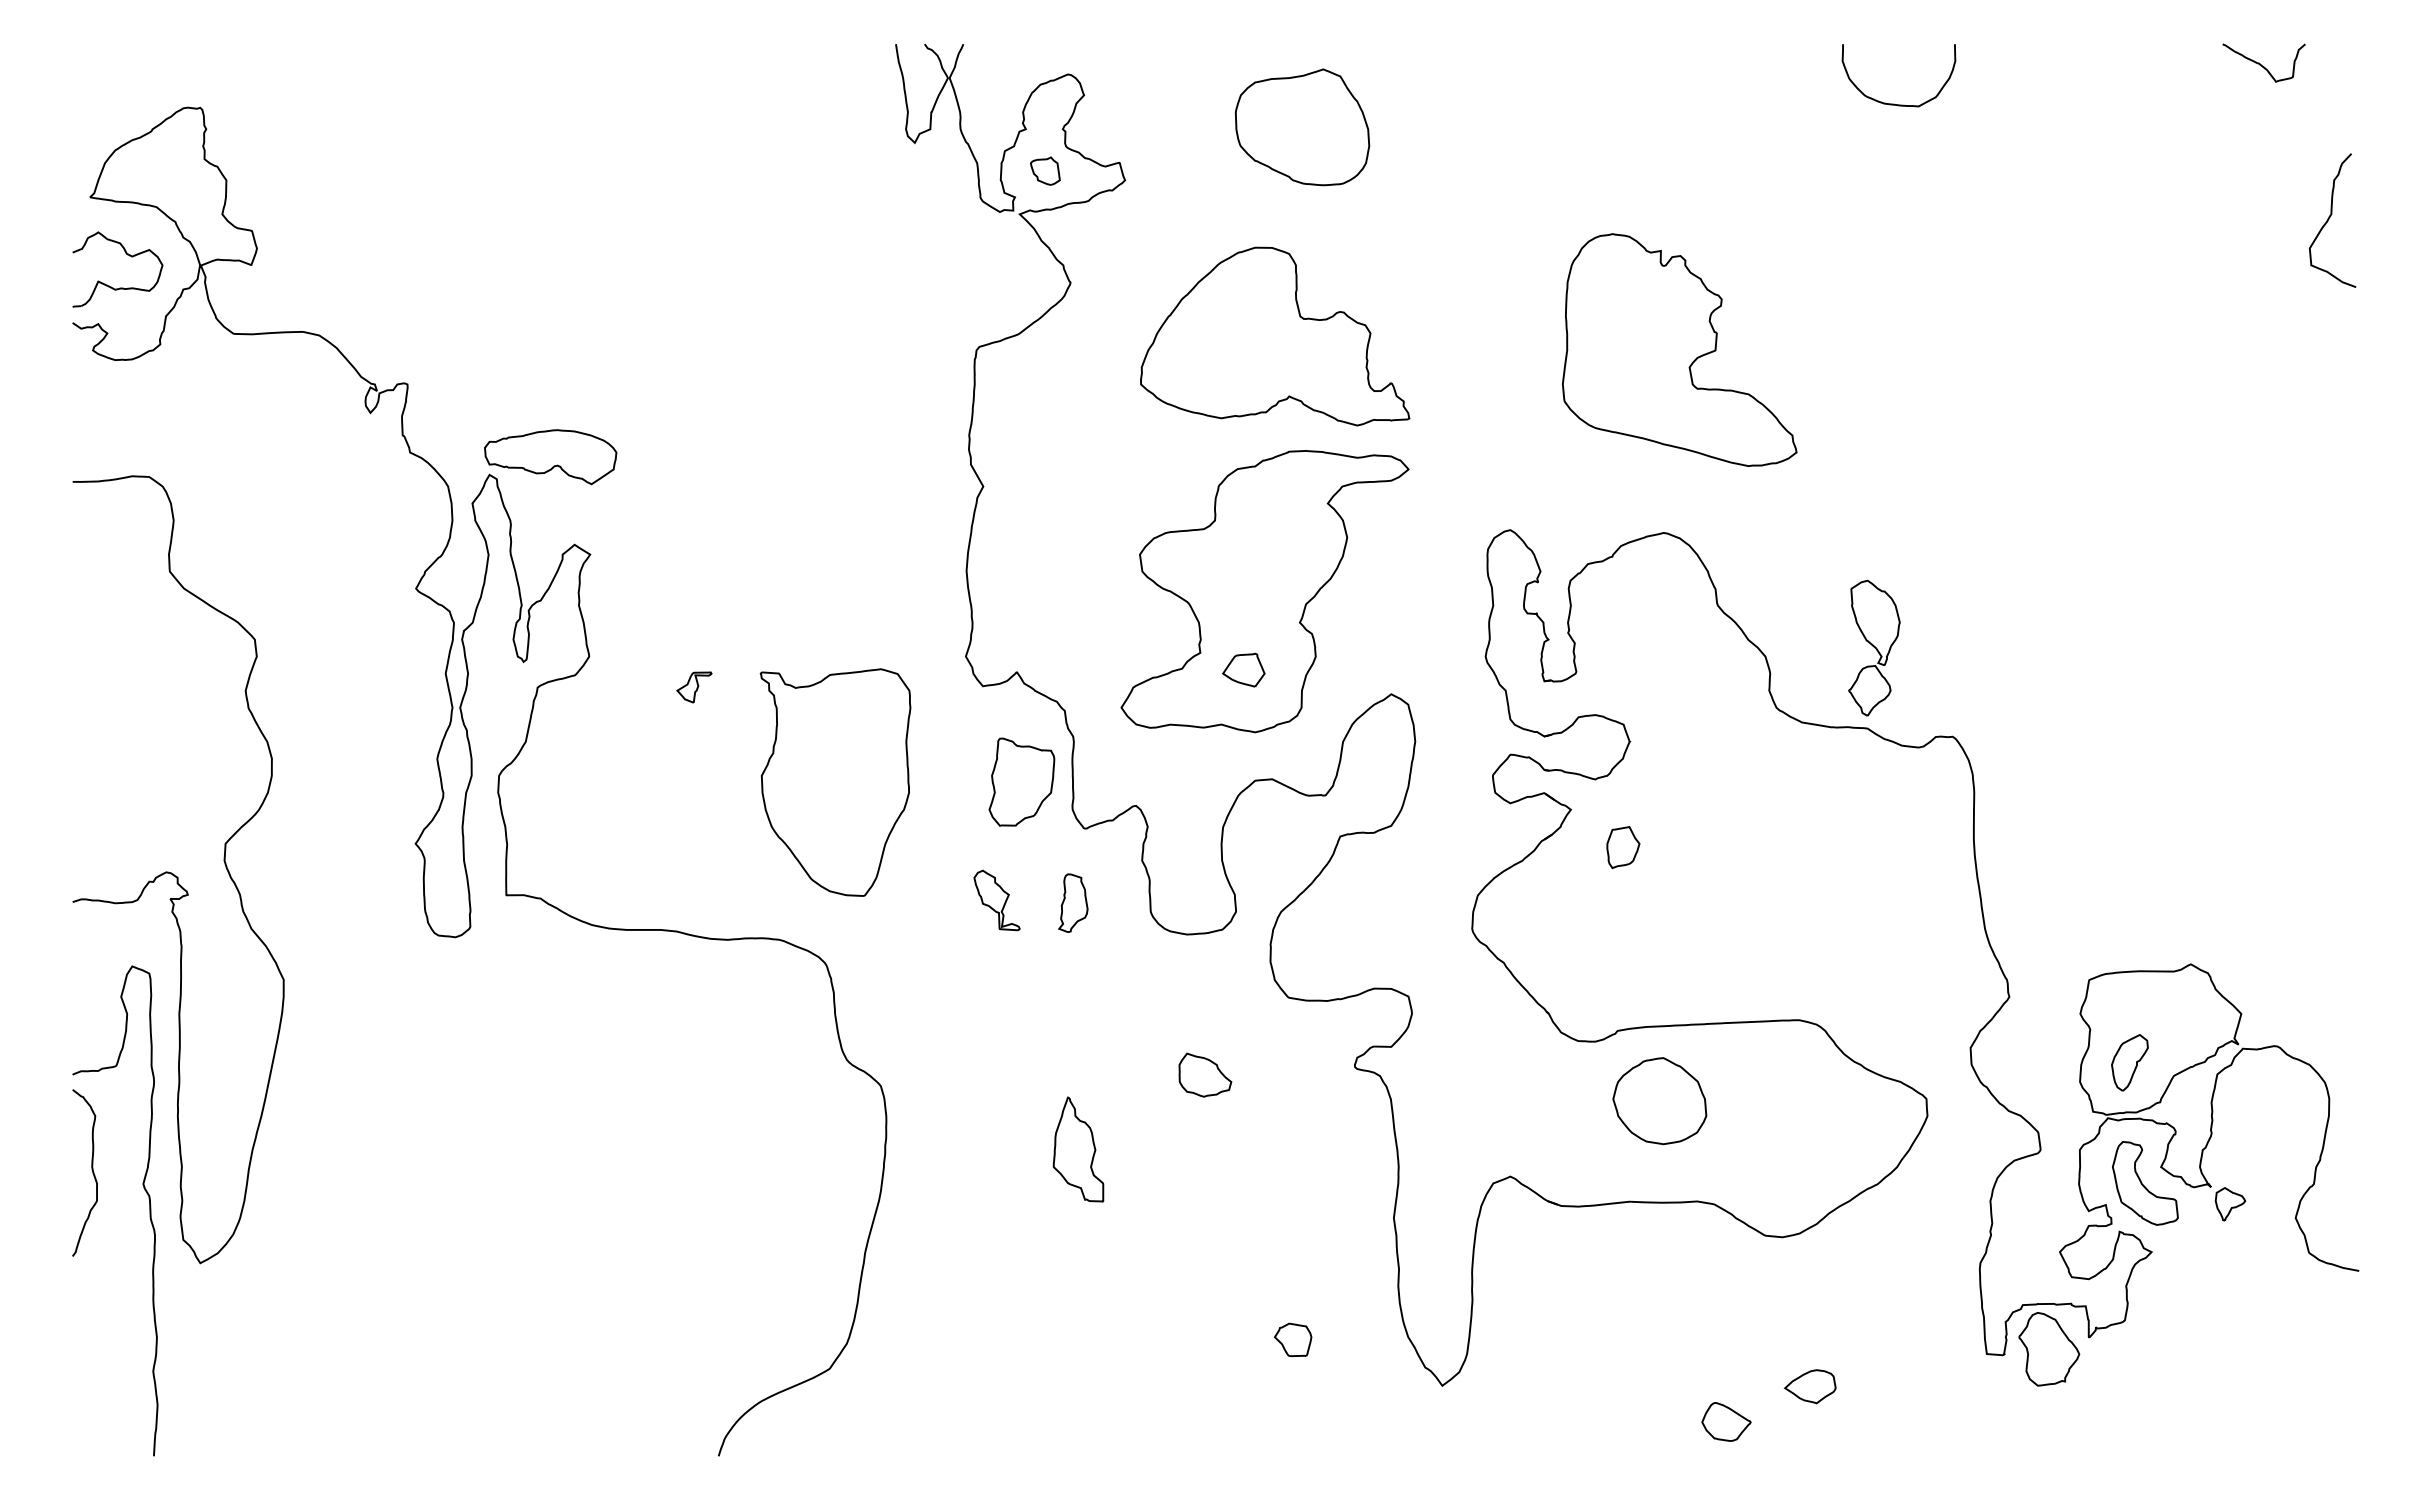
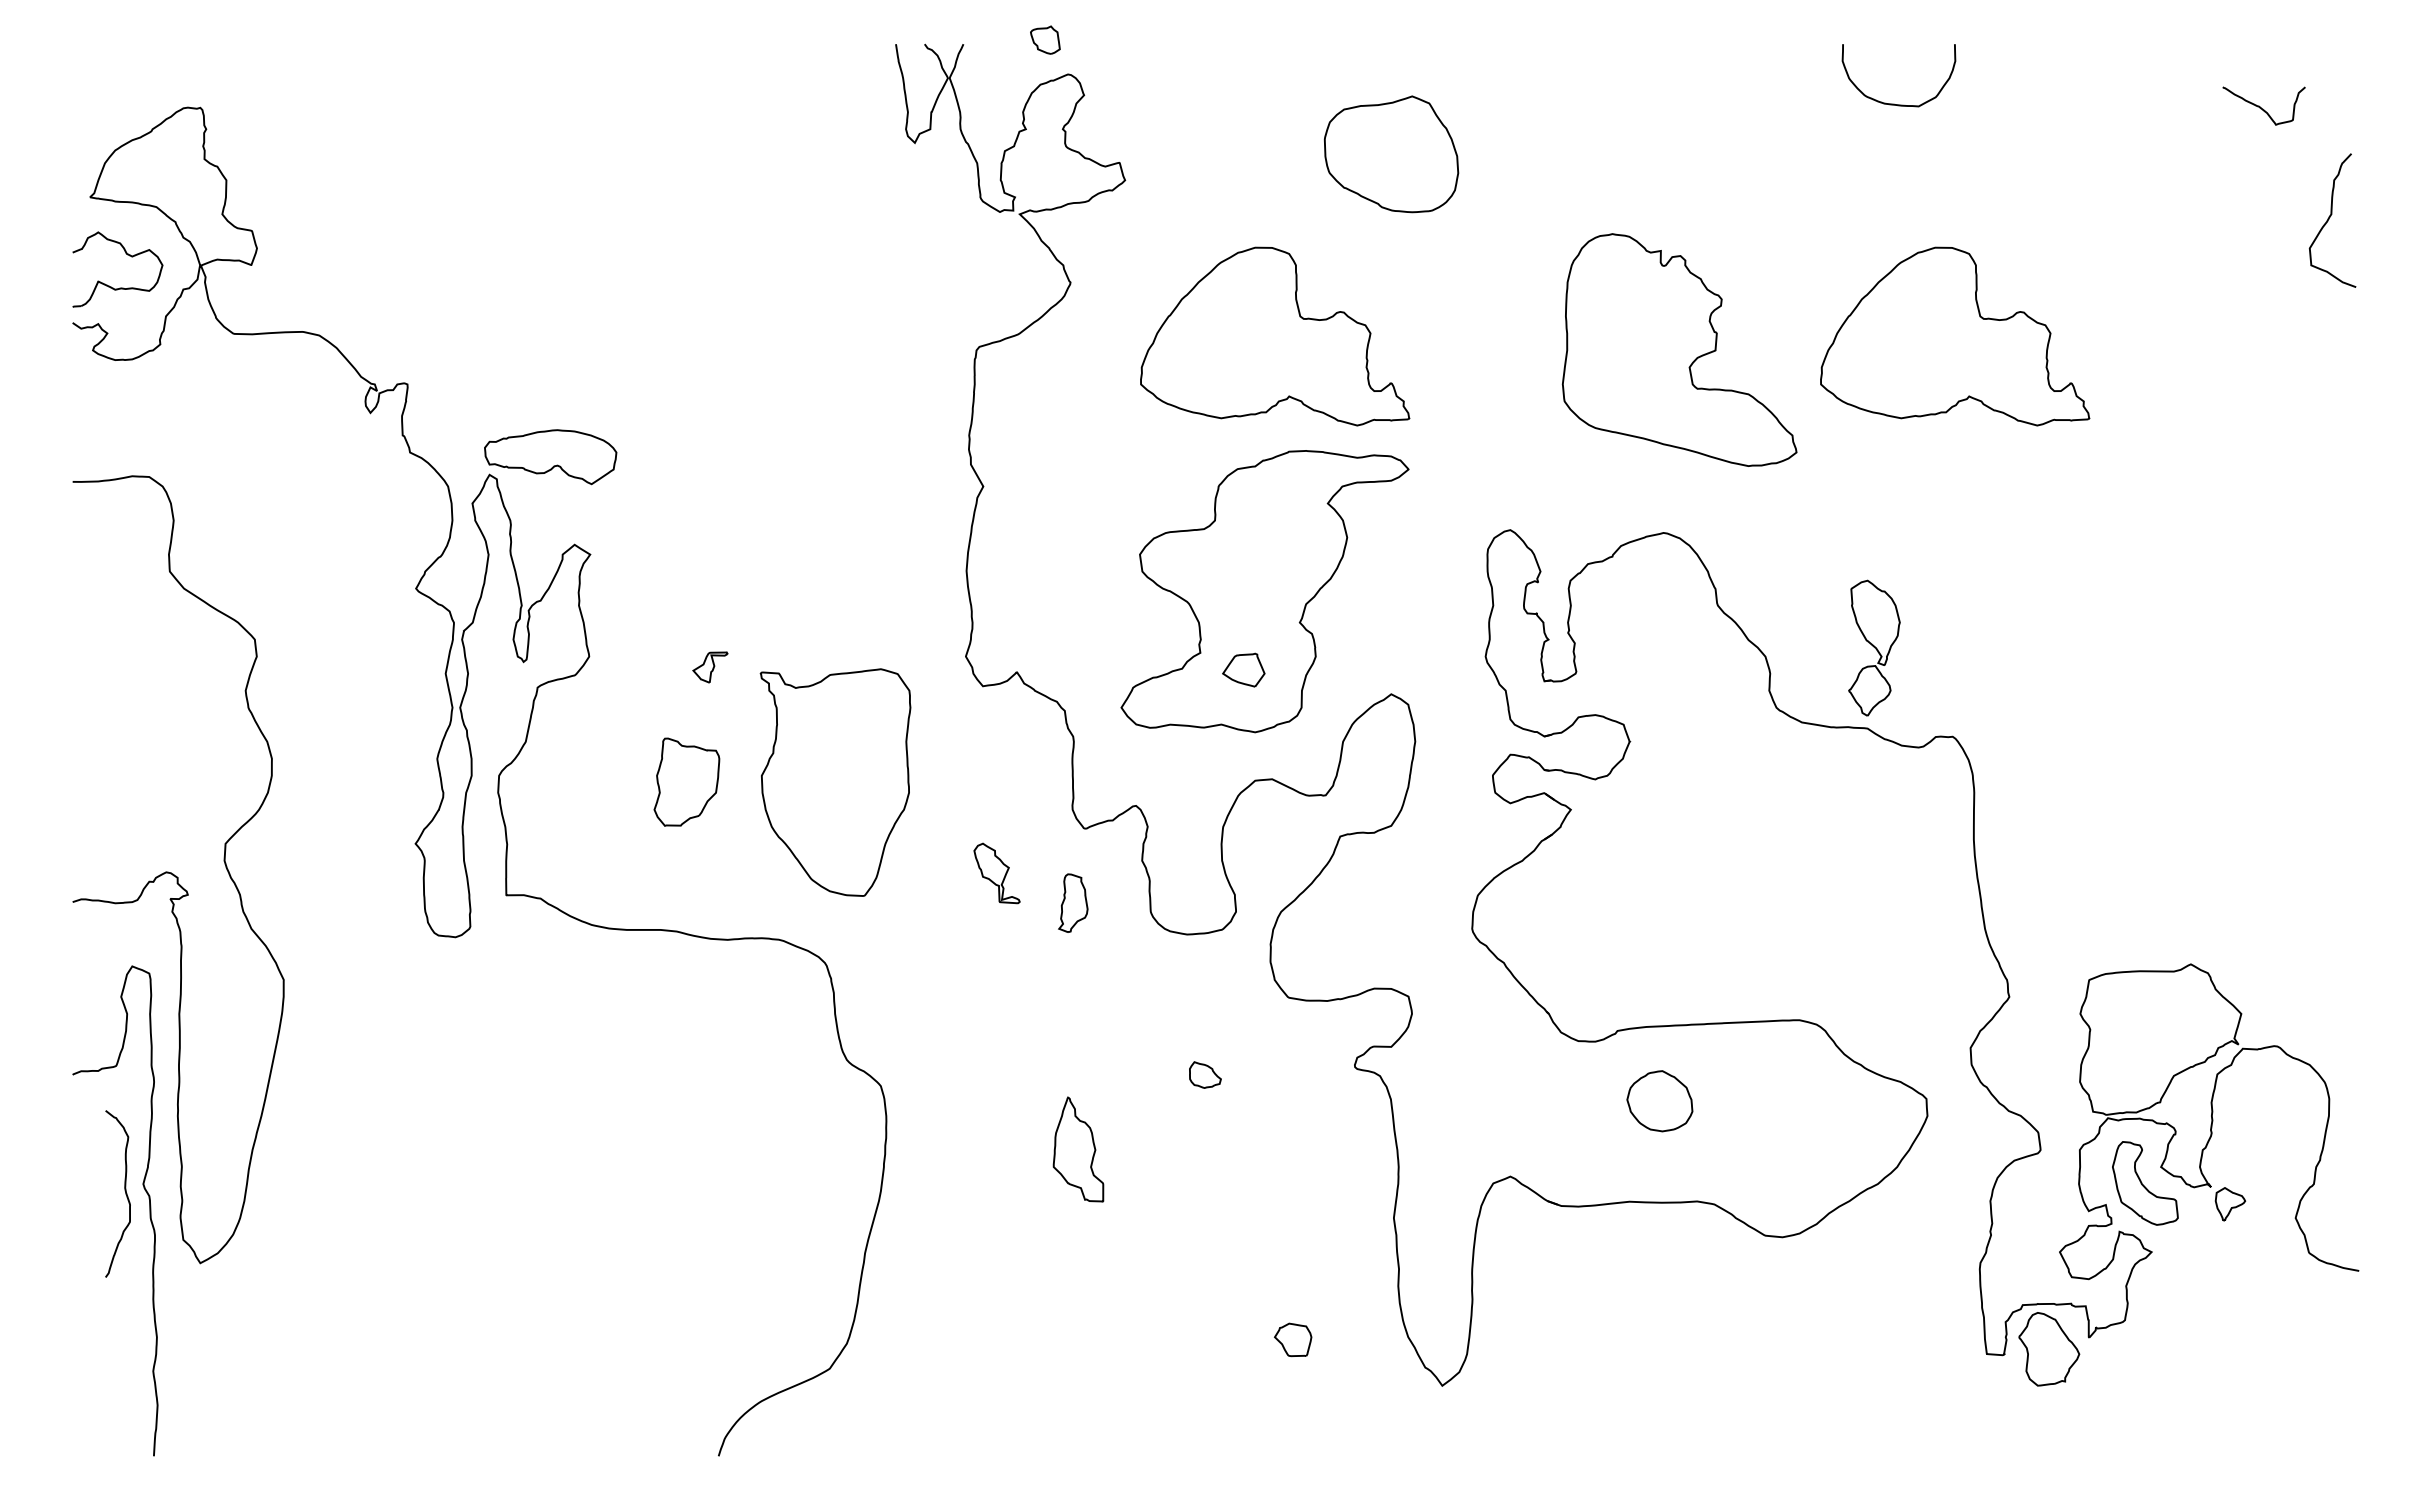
curve at (2261, 64) position: (2261, 64) -> (2261, 107)
part at (1302, 127) position: (1302, 127) -> (1391, 154)
part at (1045, 170) position: (1045, 170) -> (1045, 39)
part at (1955, 336): none -> present
part at (694, 687) position: (694, 687) -> (710, 667)
part at (1021, 781) position: (1021, 781) -> (686, 781)
part at (1623, 847): present -> none
part at (996, 900) position: (996, 900) -> (996, 873)
part at (2129, 1062): present -> none
part at (1205, 1074) size: 55x46 px -> 33x28 px
part at (1659, 1101) size: 96x89 px -> 68x63 px
curve at (91, 1170) position: (91, 1170) -> (124, 1191)
part at (1809, 1386): present -> none
part at (1726, 1421): present -> none
